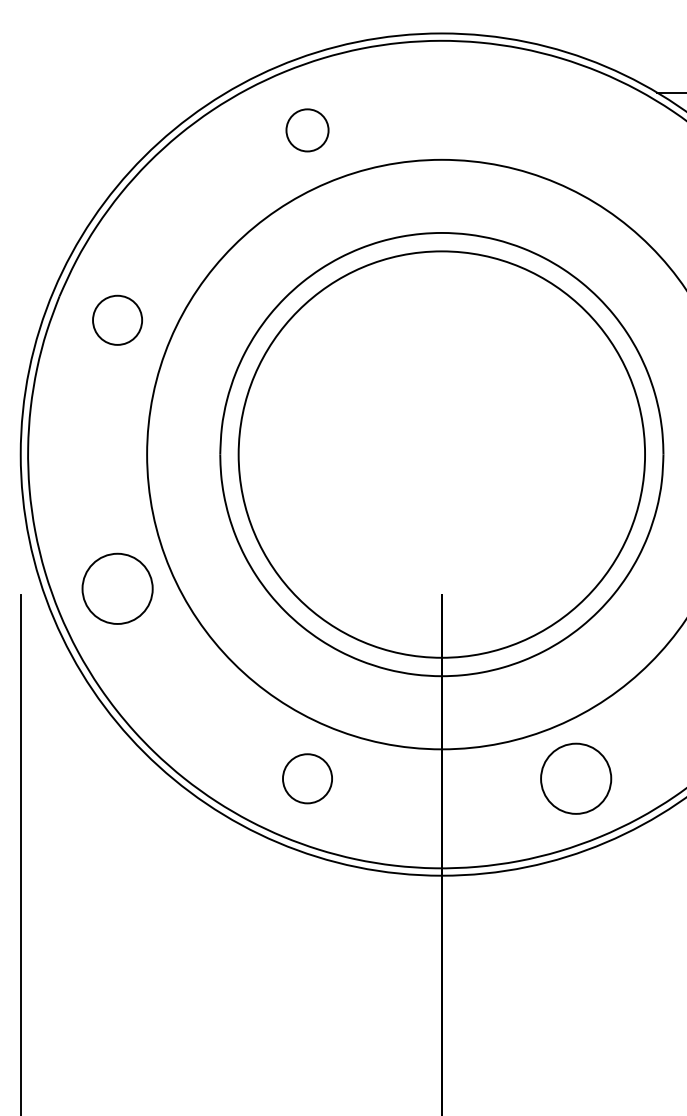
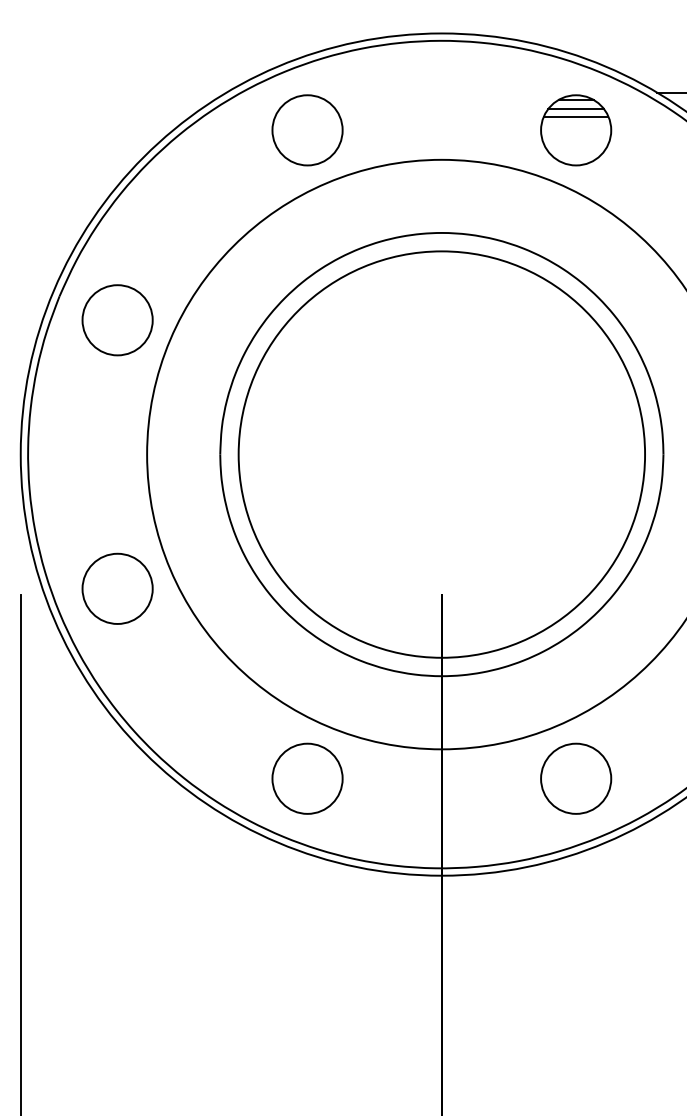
circle at (307, 130) size: 45x45 px -> 73x73 px
part at (576, 130): none -> present
circle at (117, 319) size: 51x52 px -> 73x73 px
circle at (307, 778) diameter: 49 px -> 70 px
